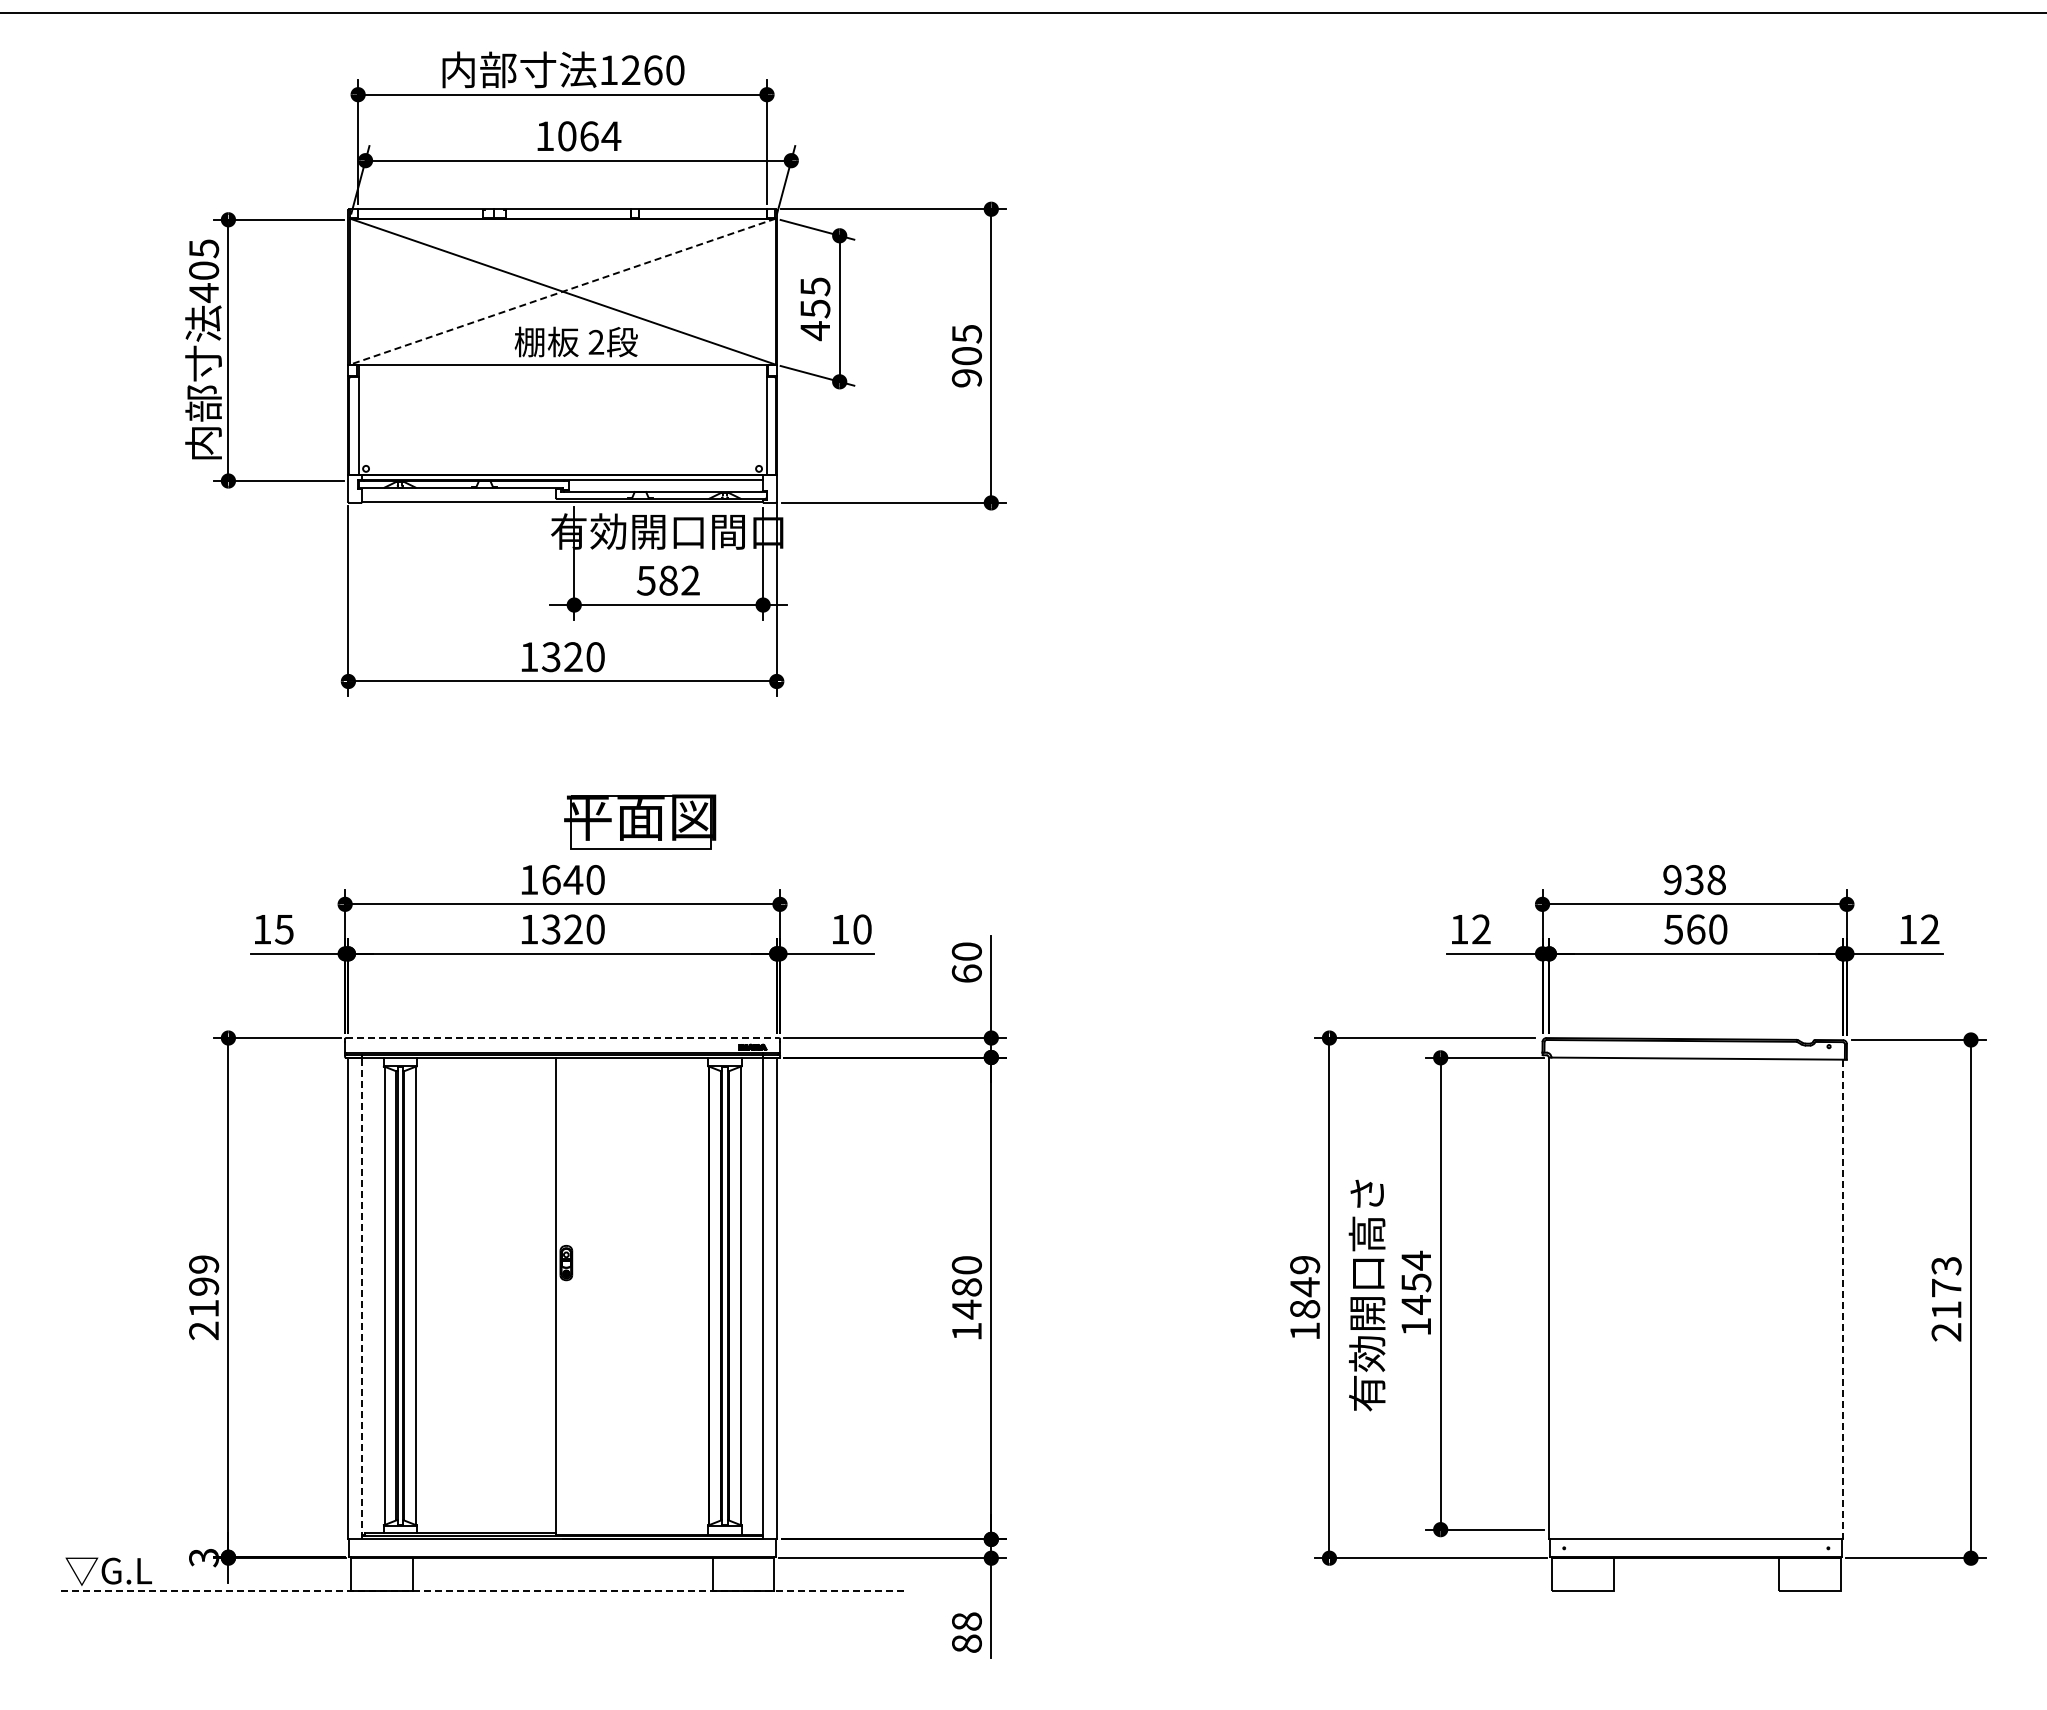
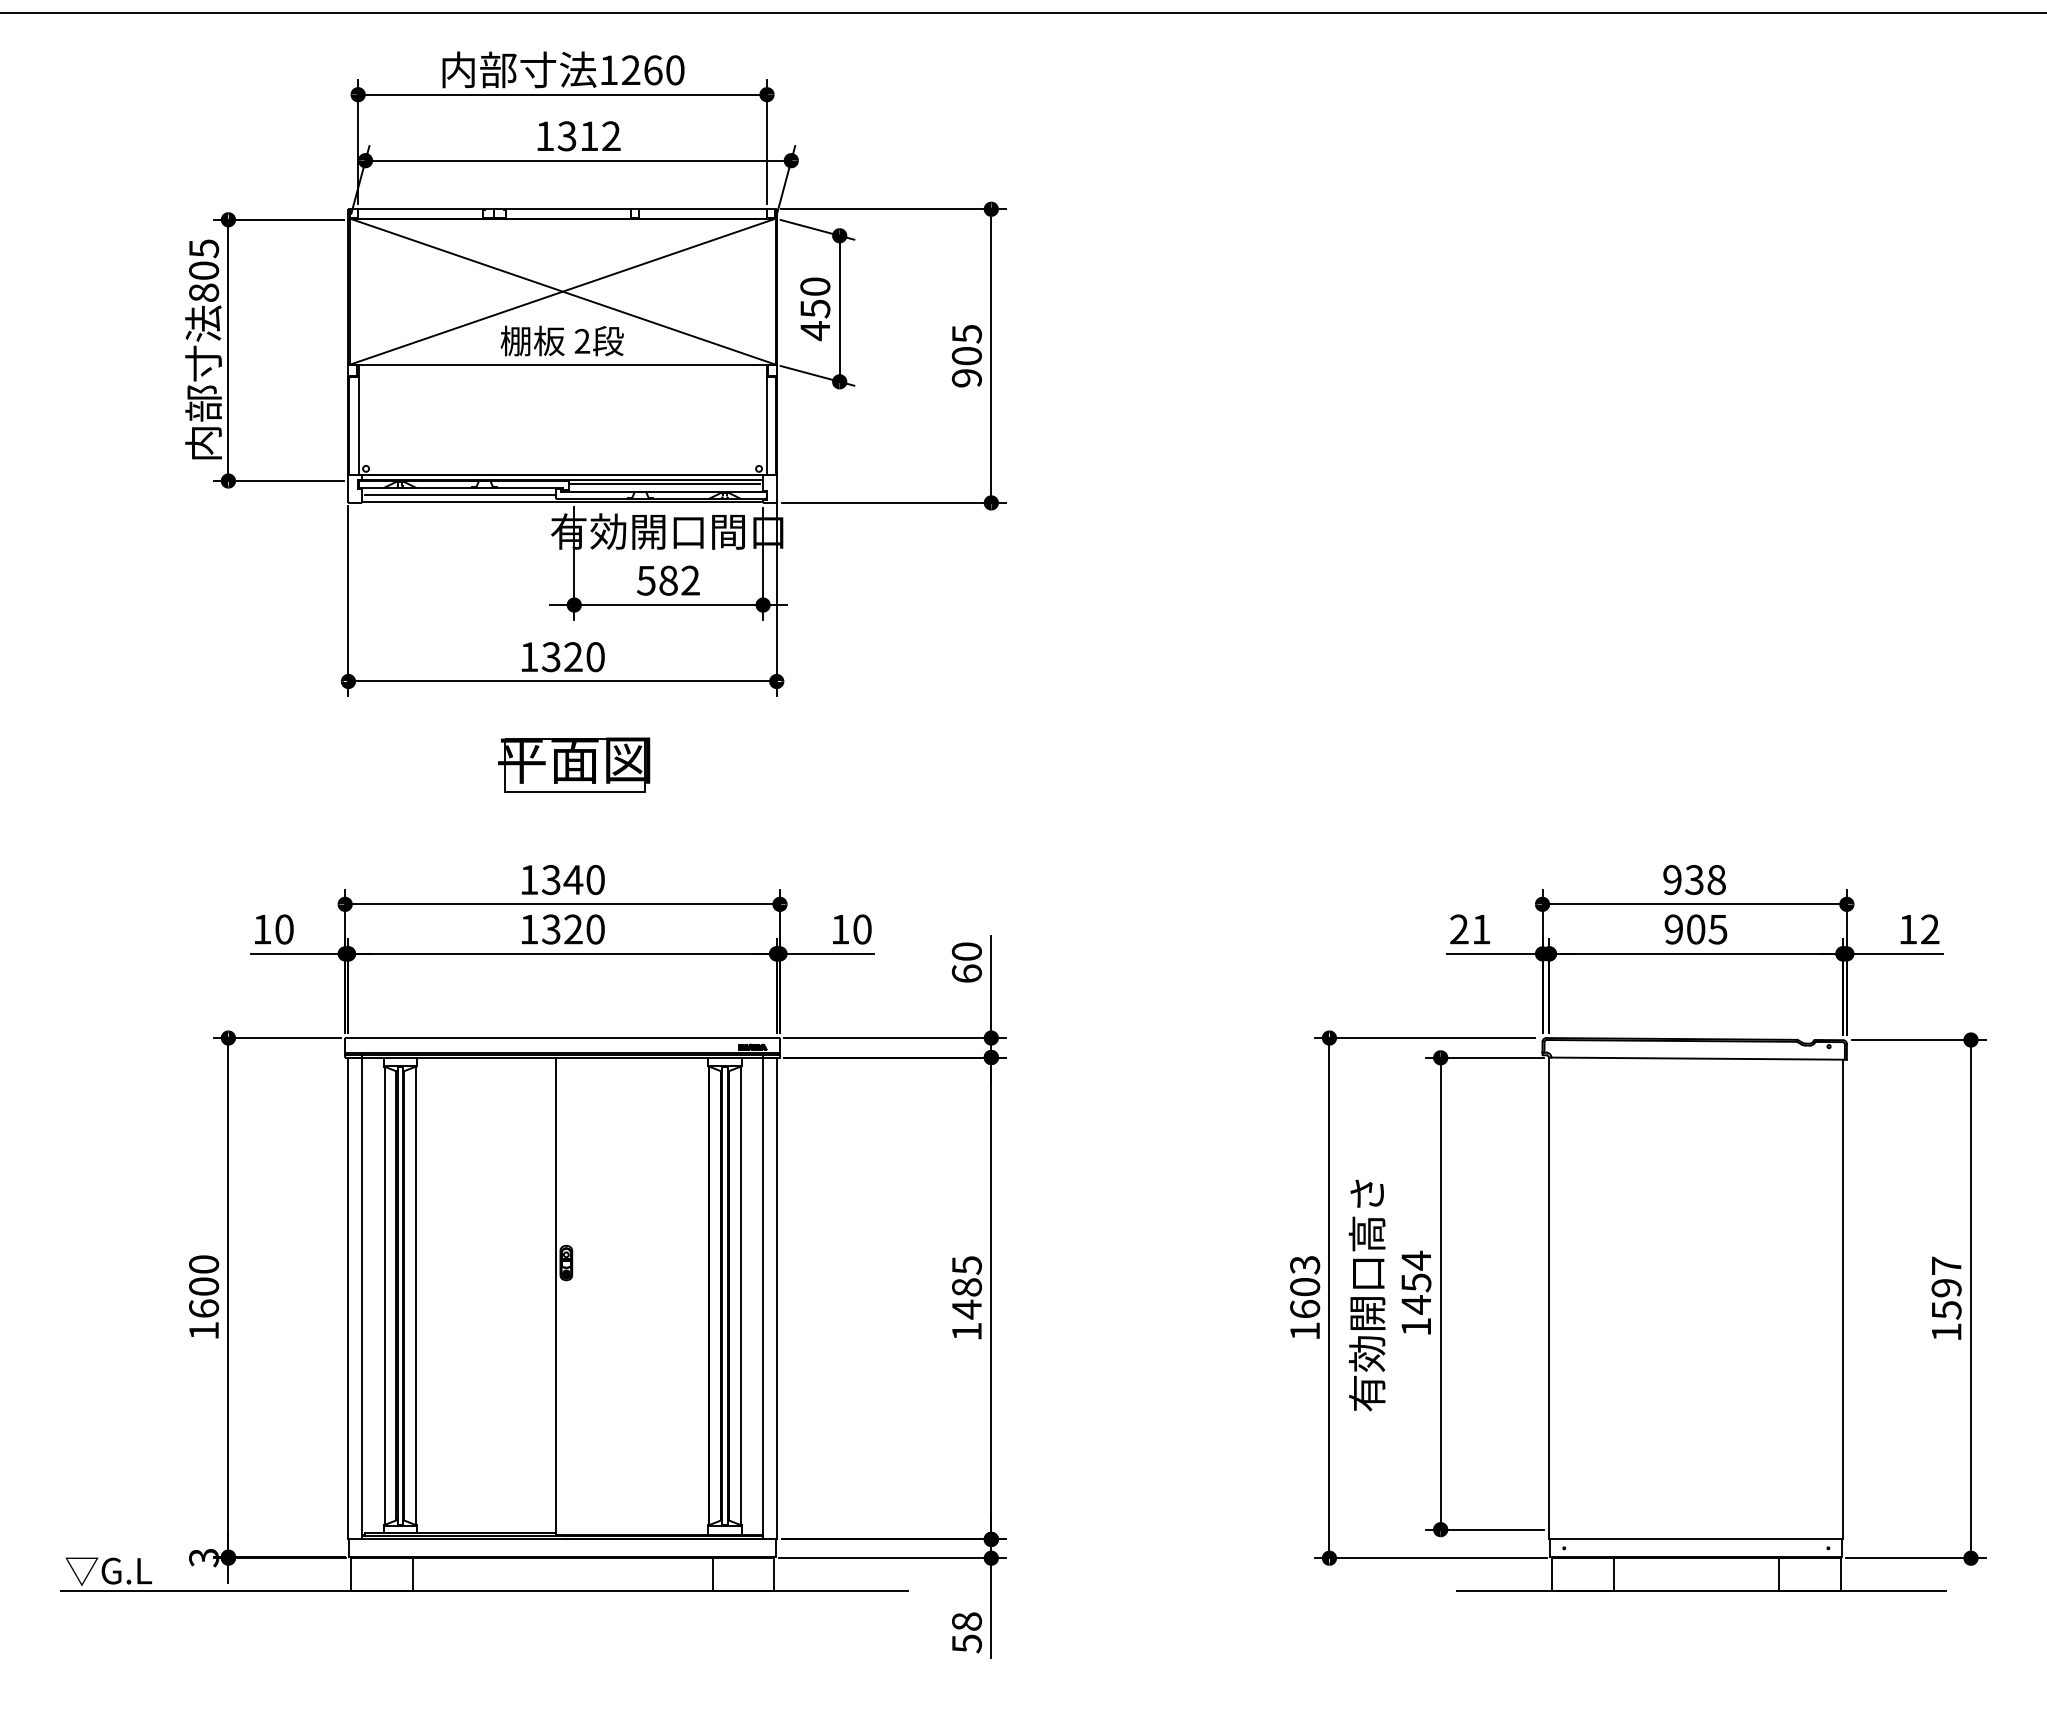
text at (589, 136): 1064 -> 1312
text at (815, 286): 455 -> 450
line at (562, 291): dashed -> solid
text at (204, 293): 405 -> 805
text at (575, 341) position: (575, 341) -> (561, 340)
line at (664, 484): none -> present
line at (459, 495): none -> present
part at (640, 821) position: (640, 821) -> (574, 764)
text at (550, 880): 1640 -> 1340
text at (283, 929): 15 -> 10
text at (1470, 929): 12 -> 21
text at (1695, 929): 560 -> 905
line at (563, 1038): dashed -> solid
text at (966, 1265): 1480 -> 1485
text at (1305, 1287): 1849 -> 1603
text at (204, 1297): 2199 -> 1600
line at (362, 1298): dashed -> solid
text at (1946, 1298): 2173 -> 1597
line at (1842, 1299): dashed -> solid
line at (485, 1590): dashed -> solid
line at (1701, 1590): none -> present
text at (966, 1643): 88 -> 58
